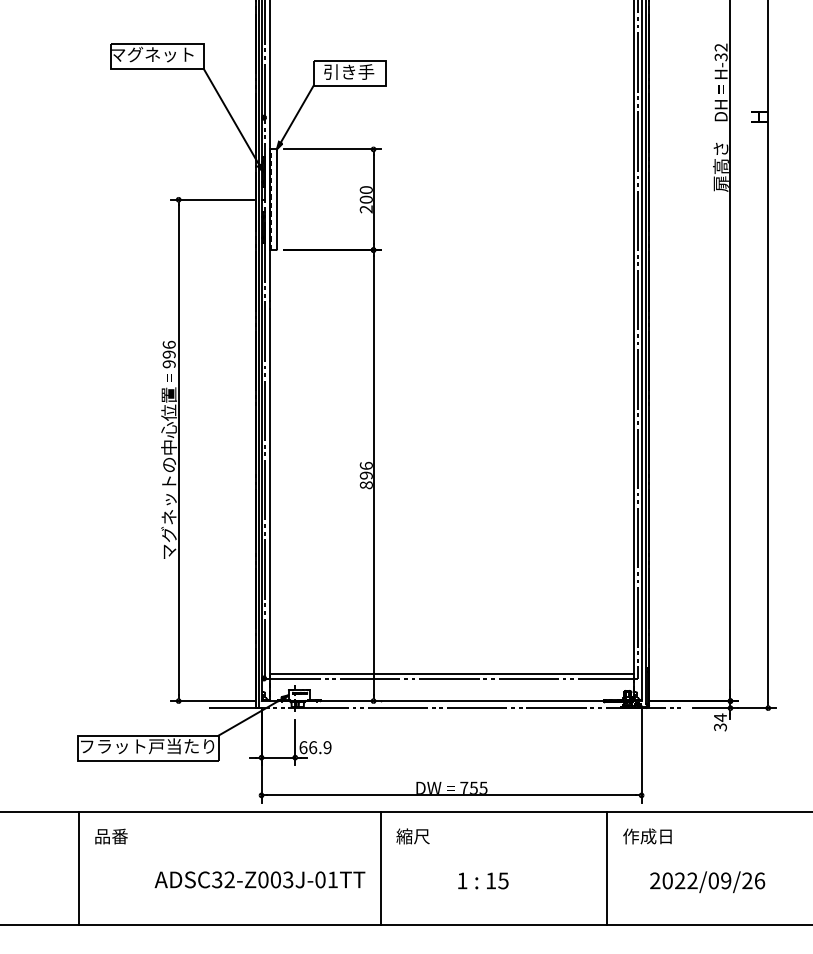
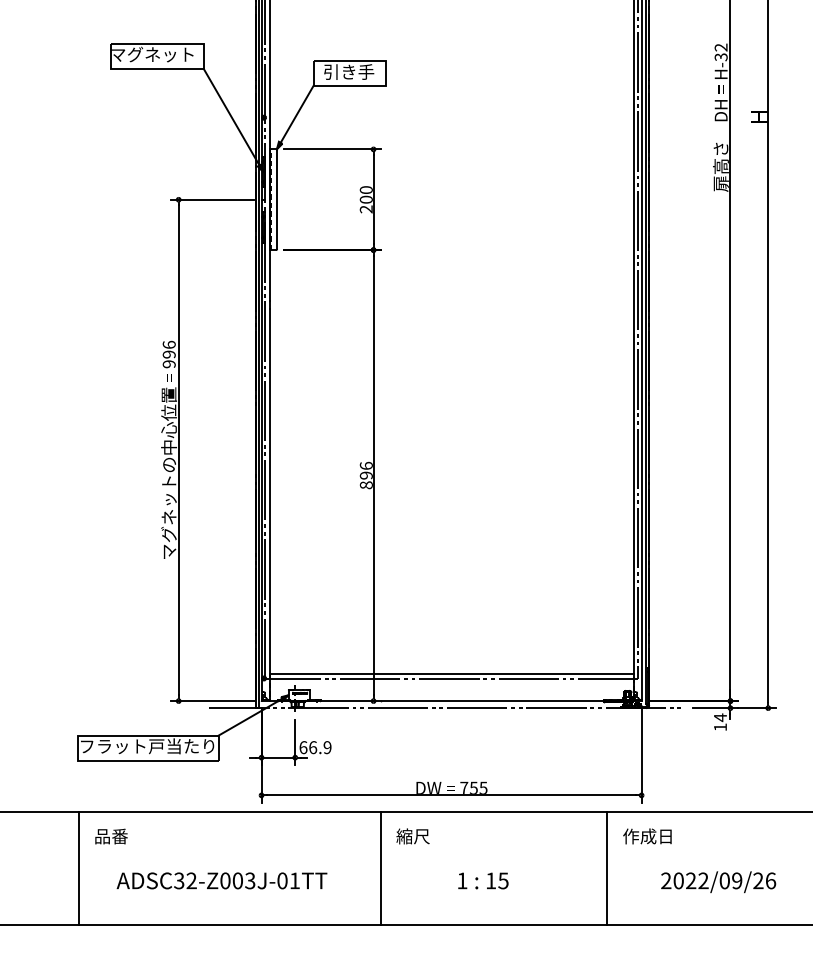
text at (719, 727): 34 -> 14
text at (259, 879) position: (259, 879) -> (221, 880)
text at (707, 882) position: (707, 882) -> (718, 882)
